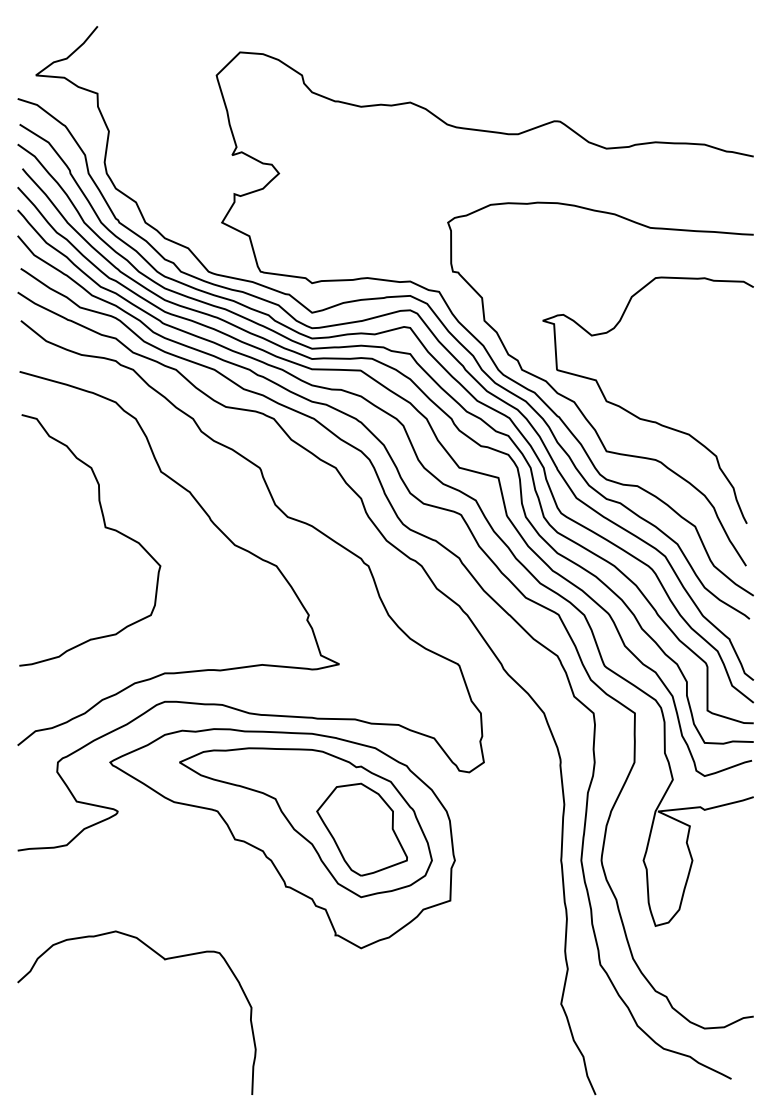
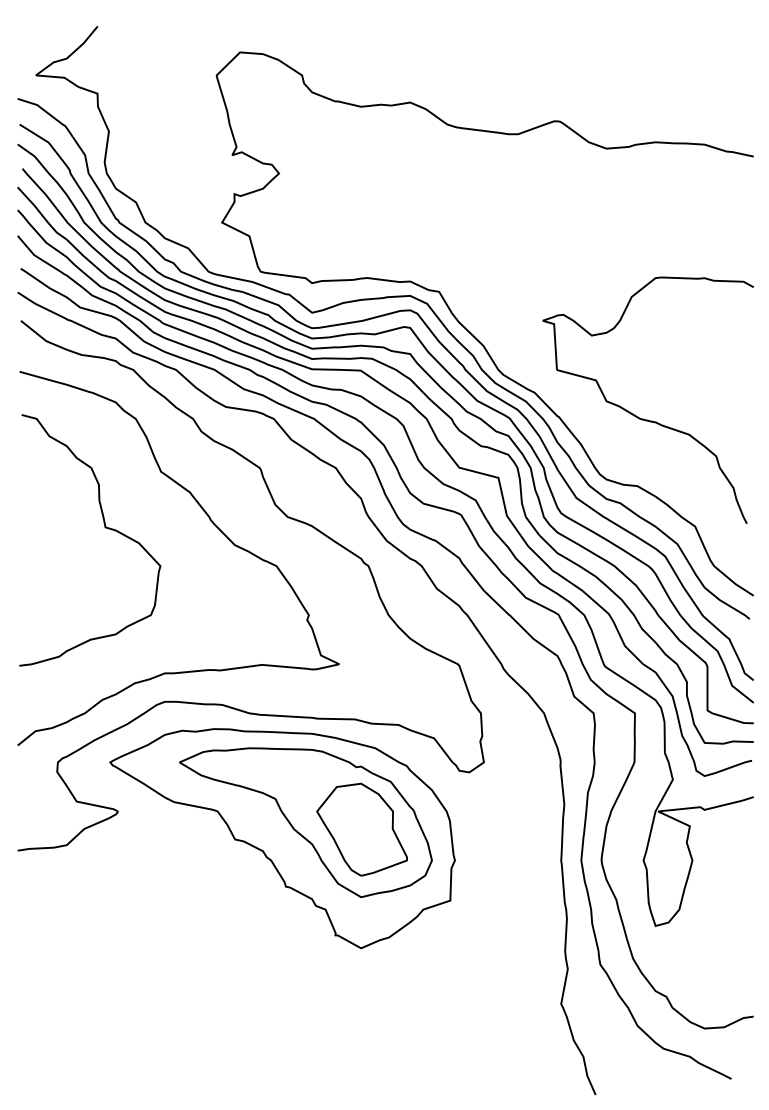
curve at (577, 404): present -> none
curve at (164, 960): present -> none
